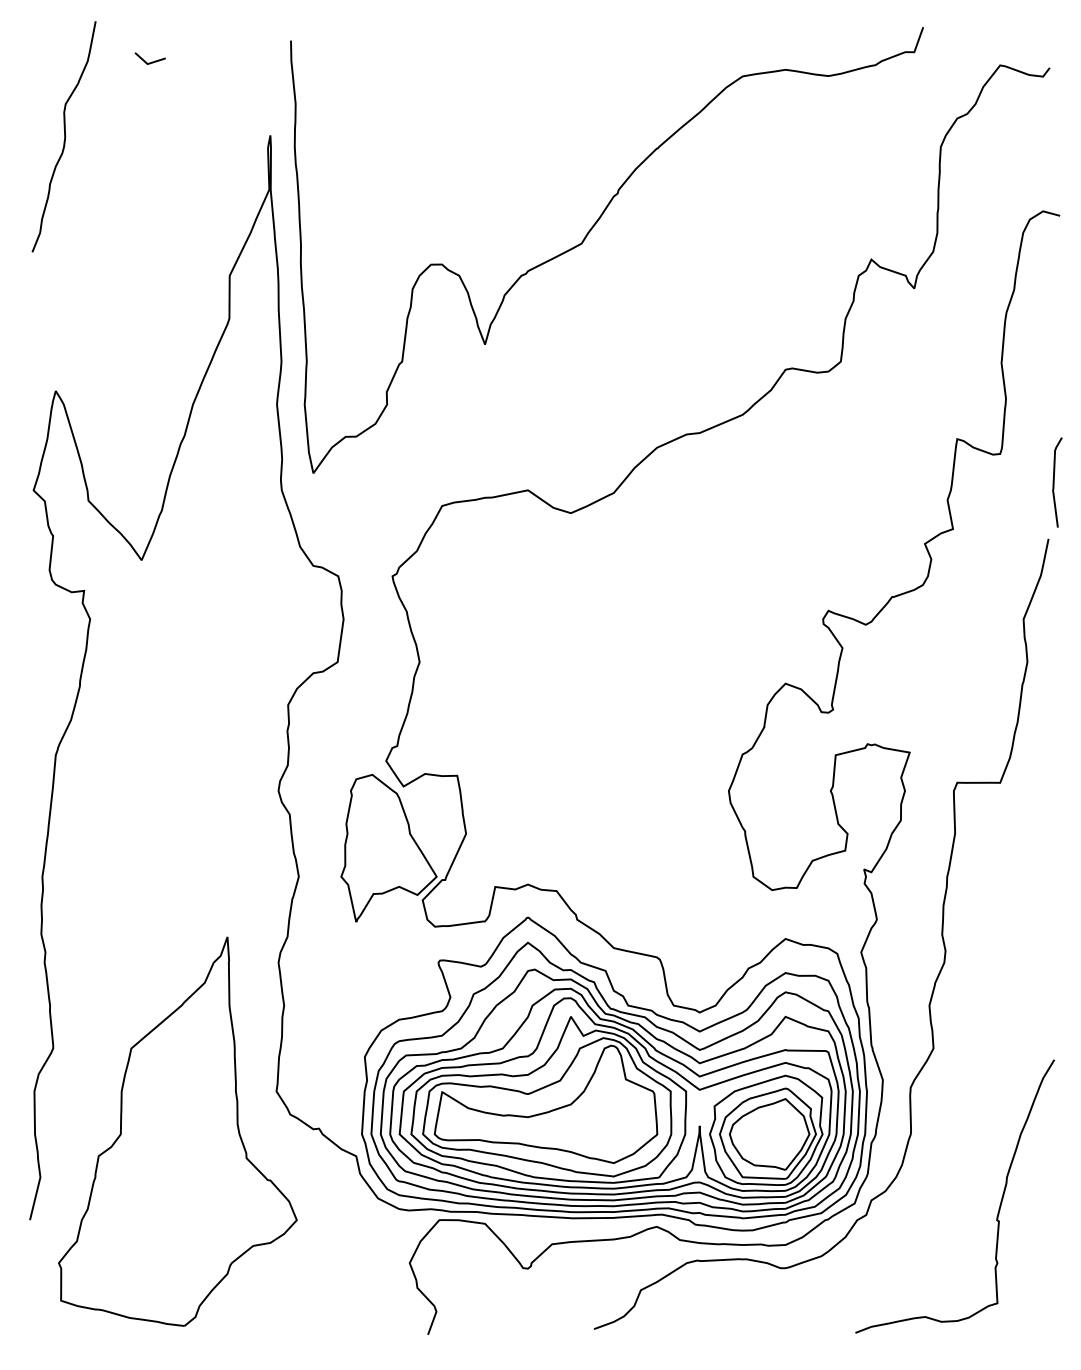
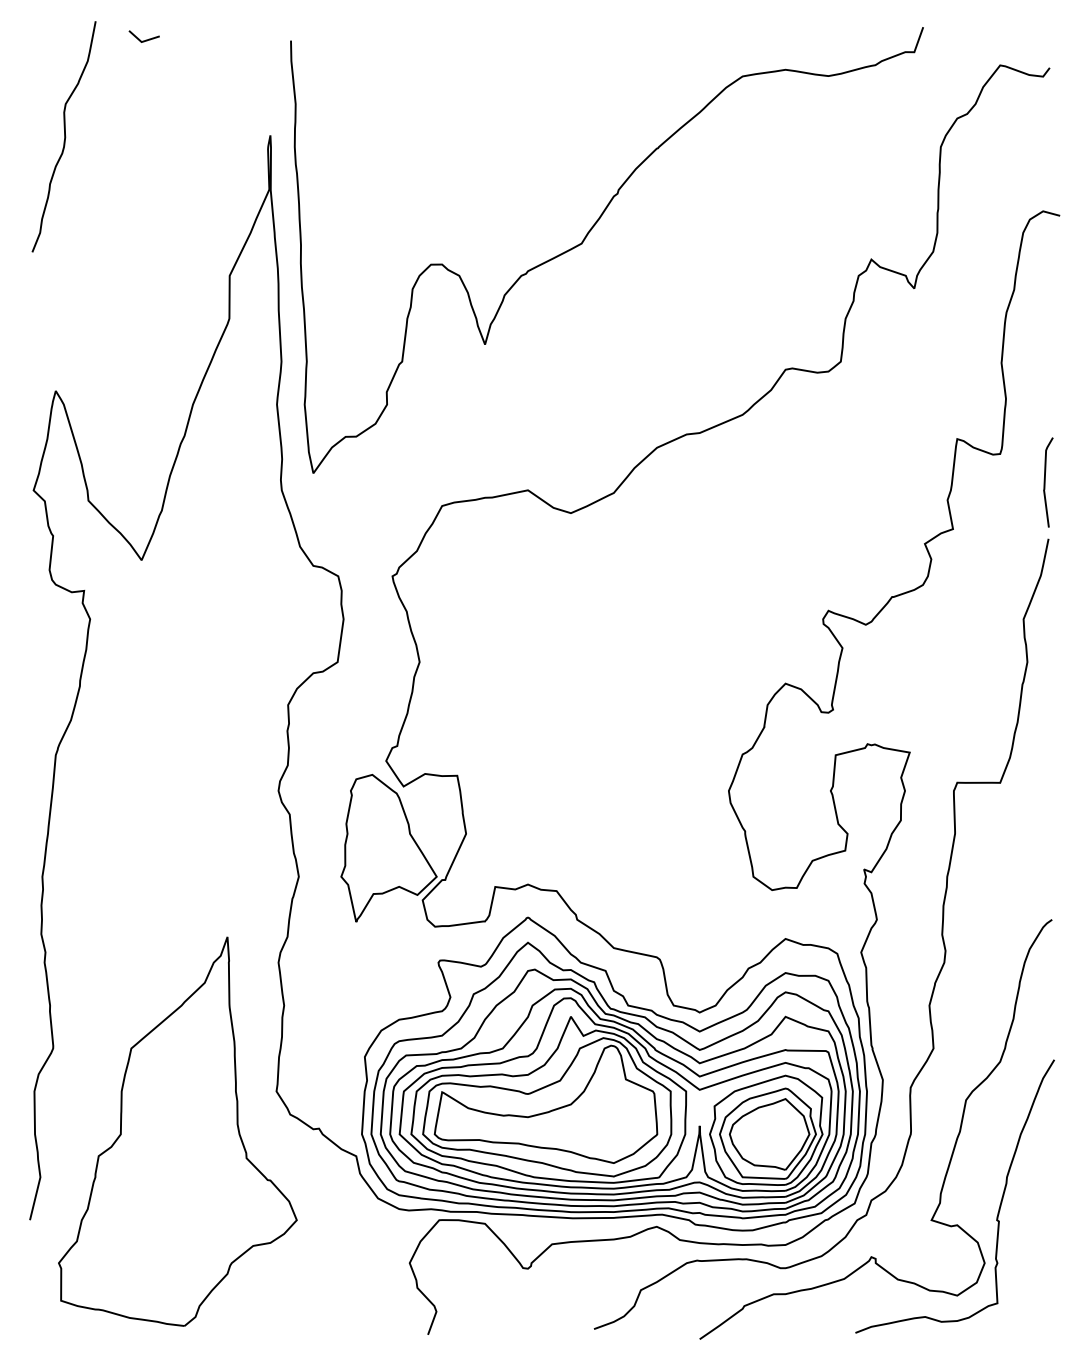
line at (151, 61) position: (151, 61) -> (145, 39)
curve at (1054, 482) position: (1054, 482) -> (1045, 482)
curve at (951, 1153): none -> present
